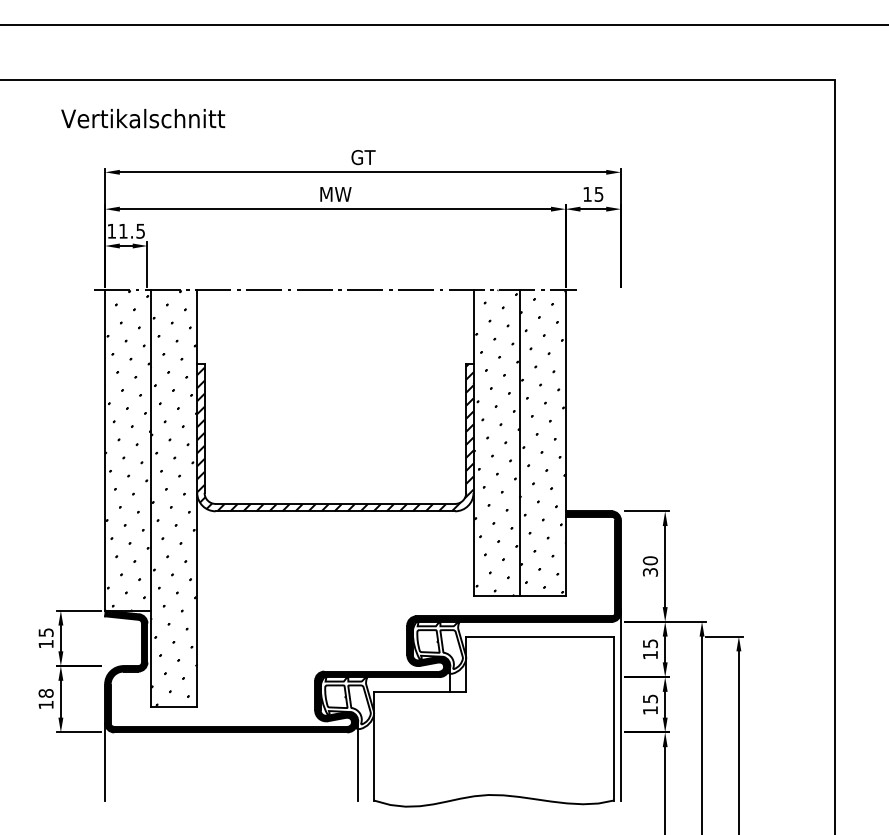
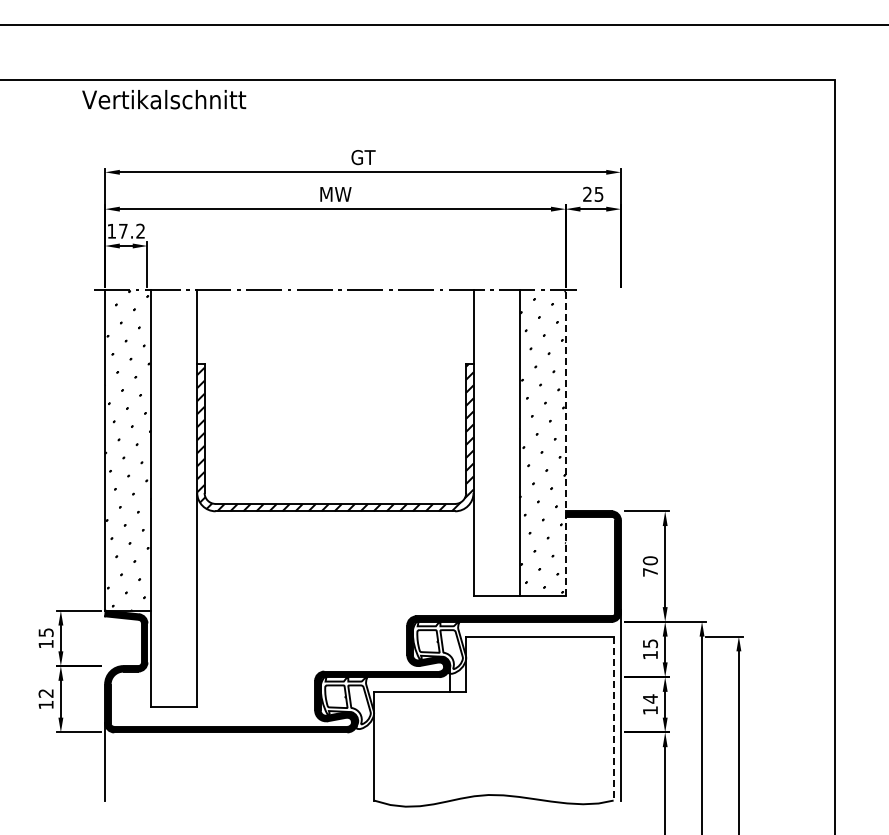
text at (143, 118) position: (143, 118) -> (164, 99)
text at (587, 193): 15 -> 25
text at (131, 230): 11.5 -> 17.2
hatch at (496, 443): present -> none
line at (565, 443): solid -> dashed
hatch at (174, 497): present -> none
text at (650, 572): 30 -> 70
text at (45, 693): 18 -> 12
text at (650, 698): 15 -> 14
line at (613, 718): solid -> dashed
line at (357, 761): present -> none
